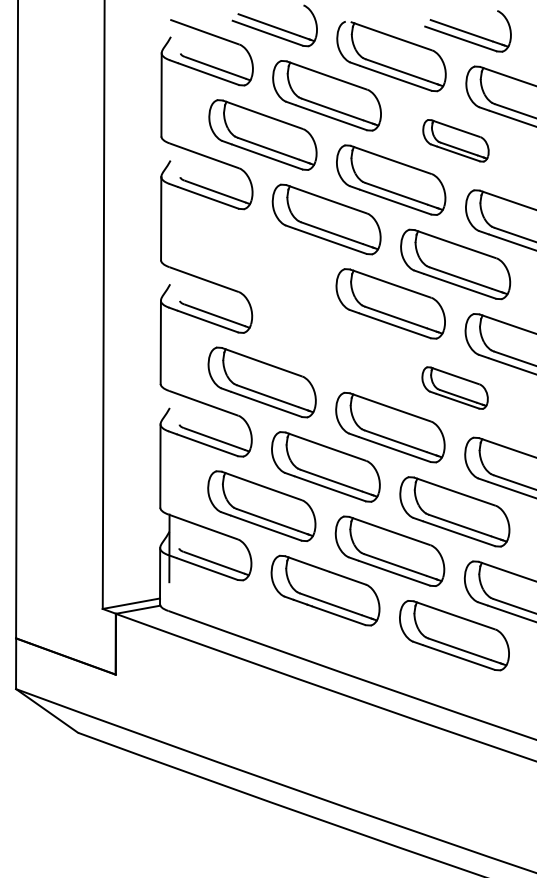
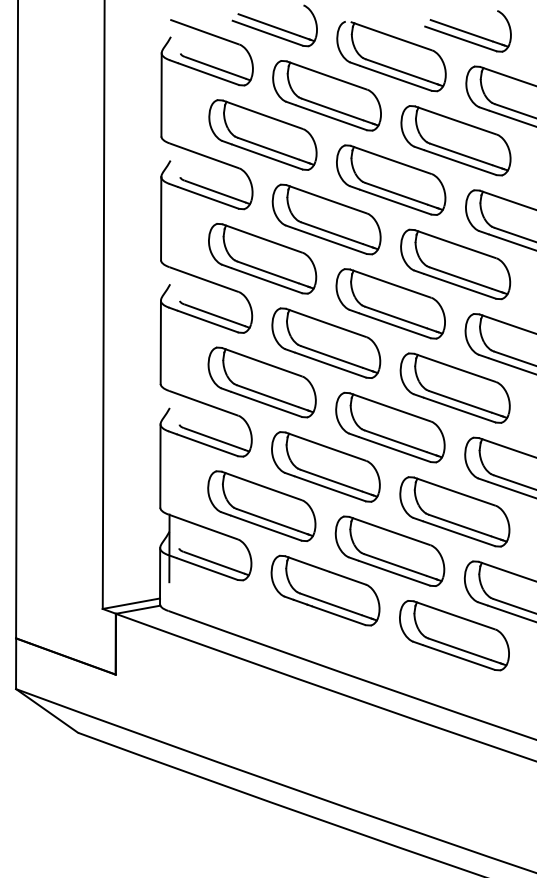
part at (455, 140) size: 68x44 px -> 112x72 px
part at (262, 258): none -> present
part at (326, 342): none -> present
part at (454, 387) size: 68x44 px -> 112x72 px
